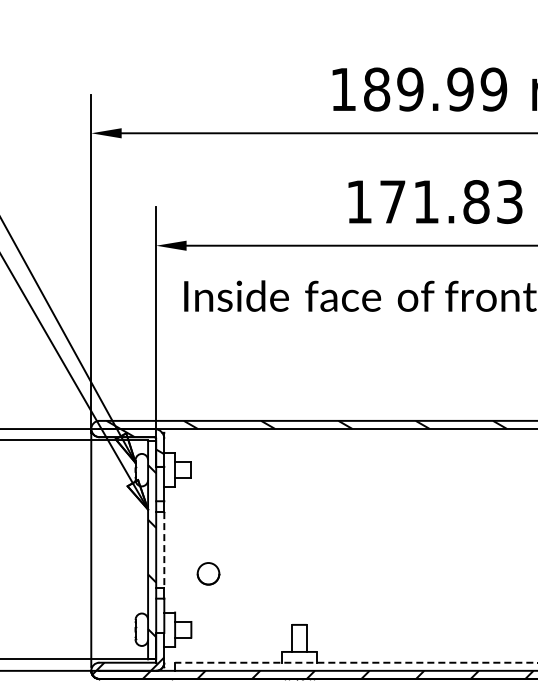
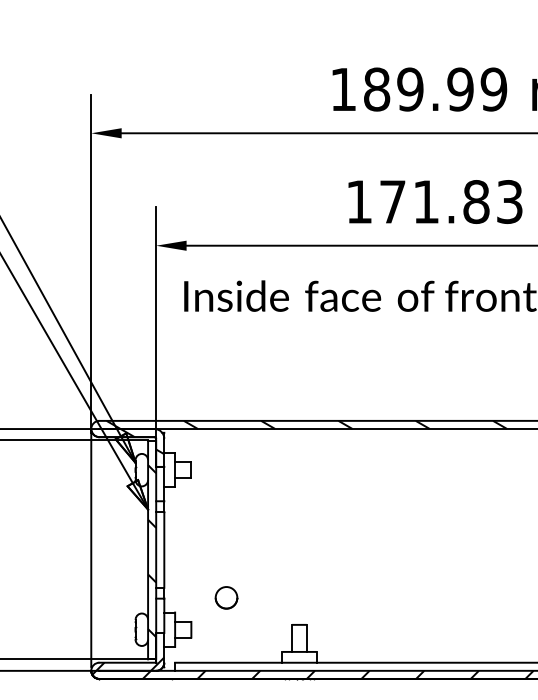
line at (164, 549): dashed -> solid
part at (208, 573) position: (208, 573) -> (226, 597)
line at (355, 662): dashed -> solid
